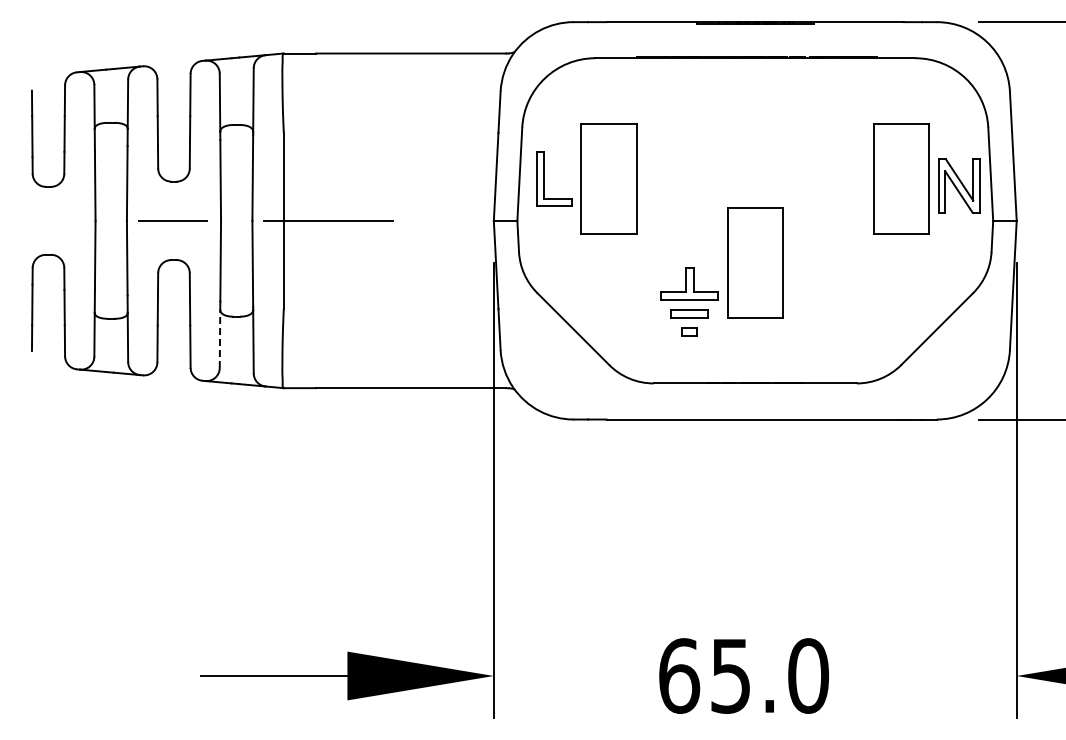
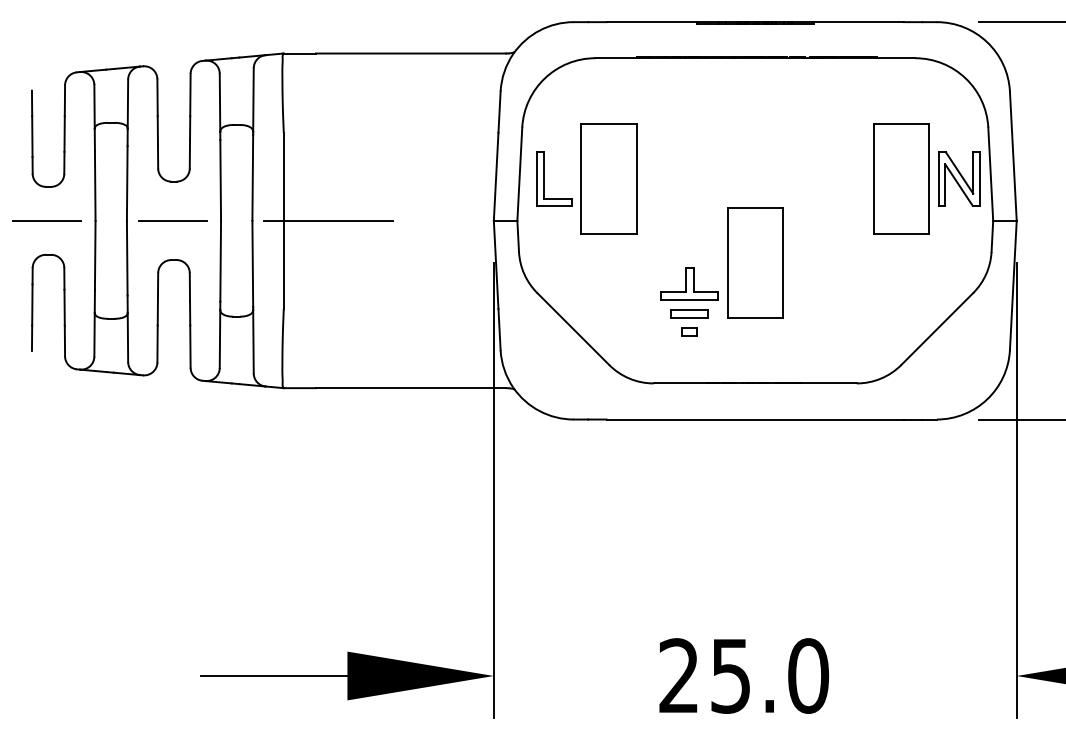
part at (959, 185) position: (959, 185) -> (959, 178)
line at (47, 220): none -> present
line at (220, 338): dashed -> solid
text at (679, 675): 65.0 -> 25.0
